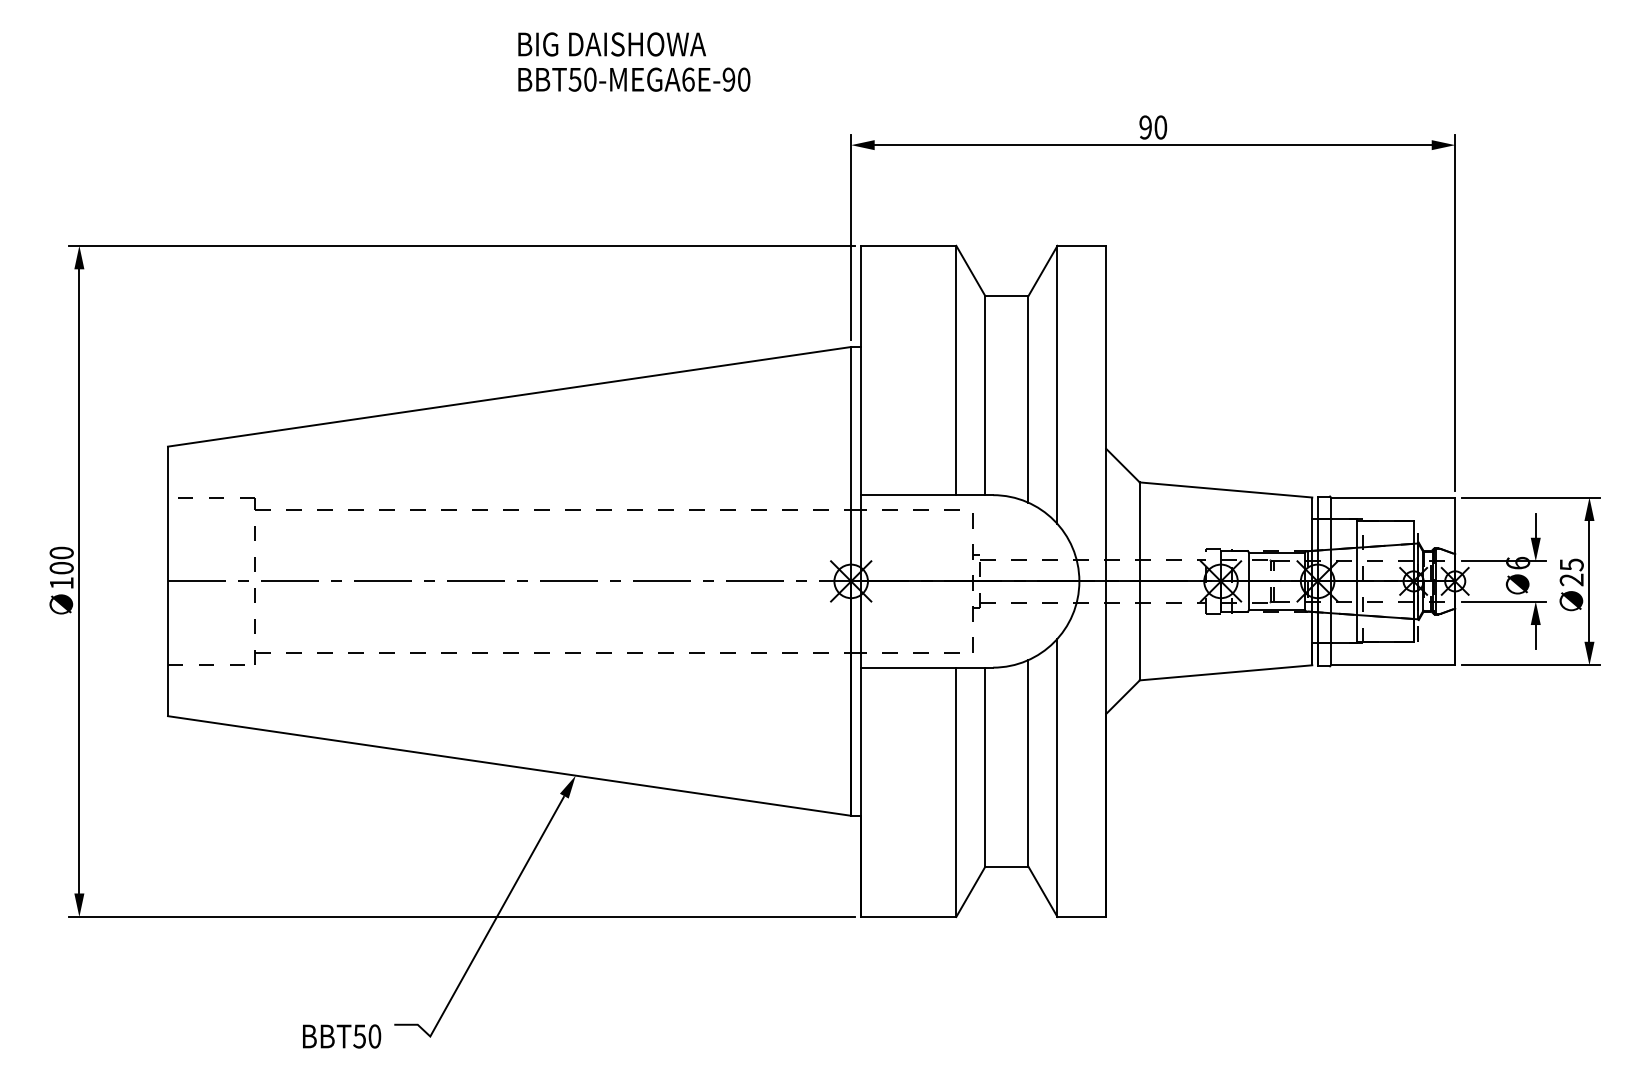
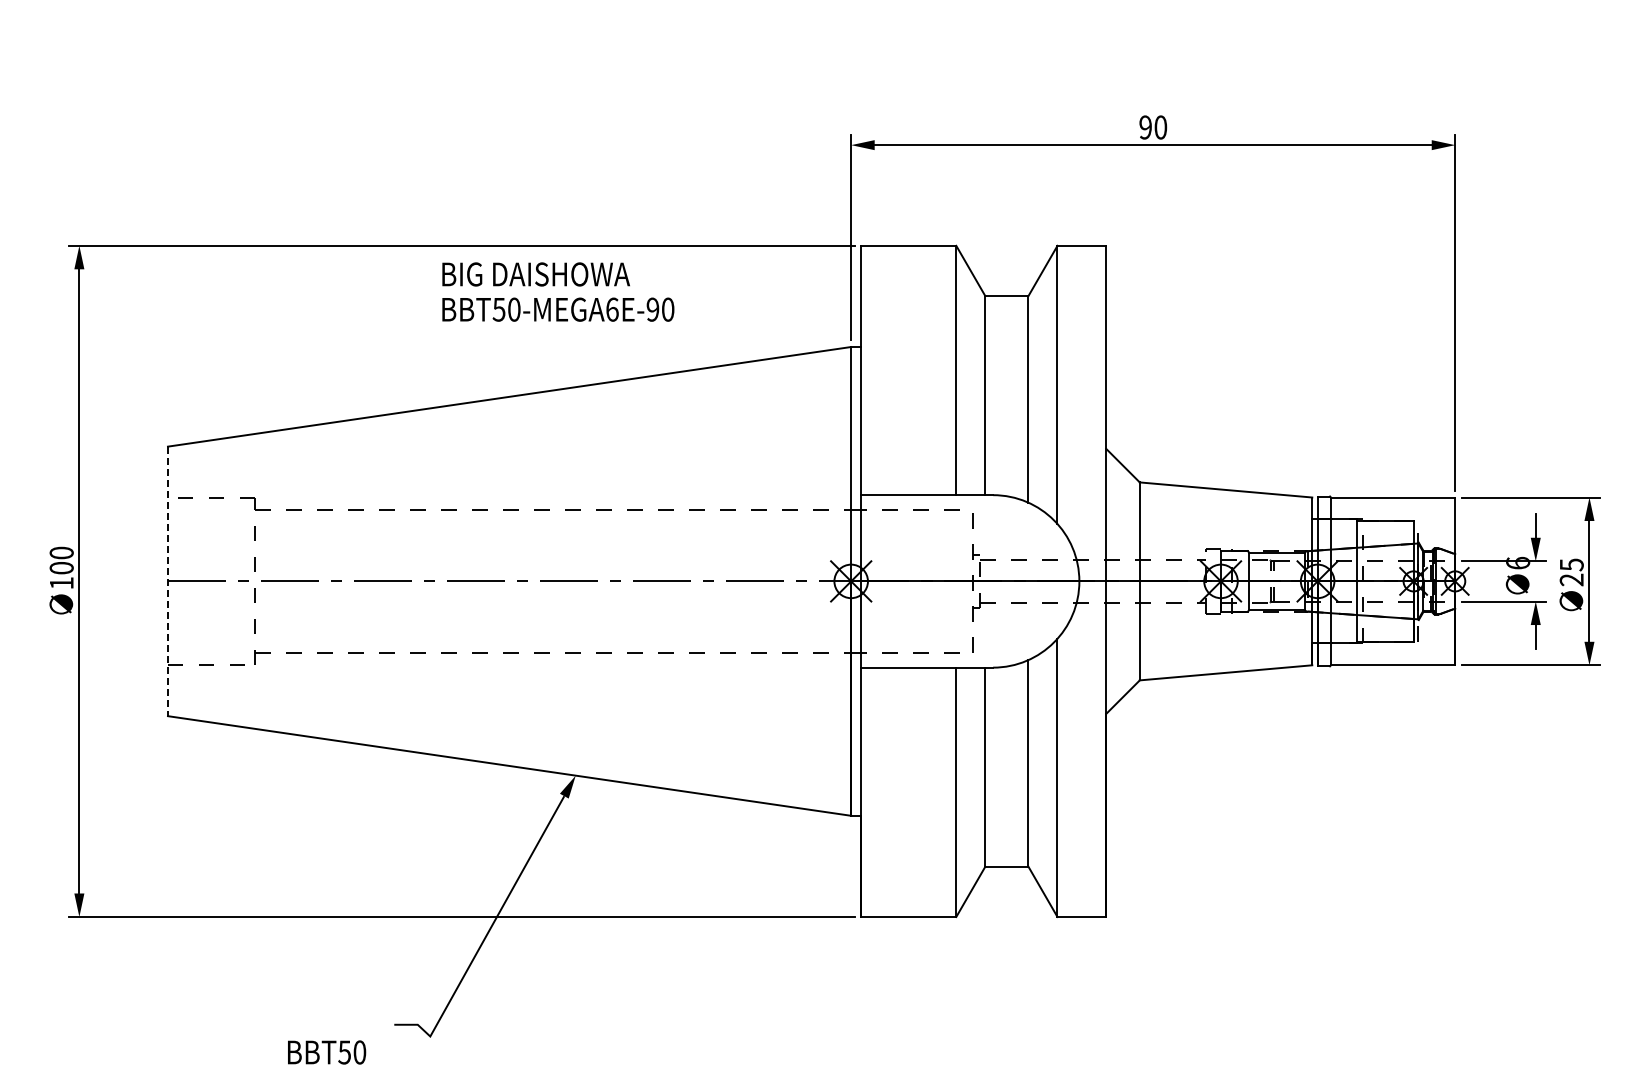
text at (634, 61) position: (634, 61) -> (558, 291)
line at (167, 581): solid -> dashed
text at (342, 1036) position: (342, 1036) -> (327, 1052)
